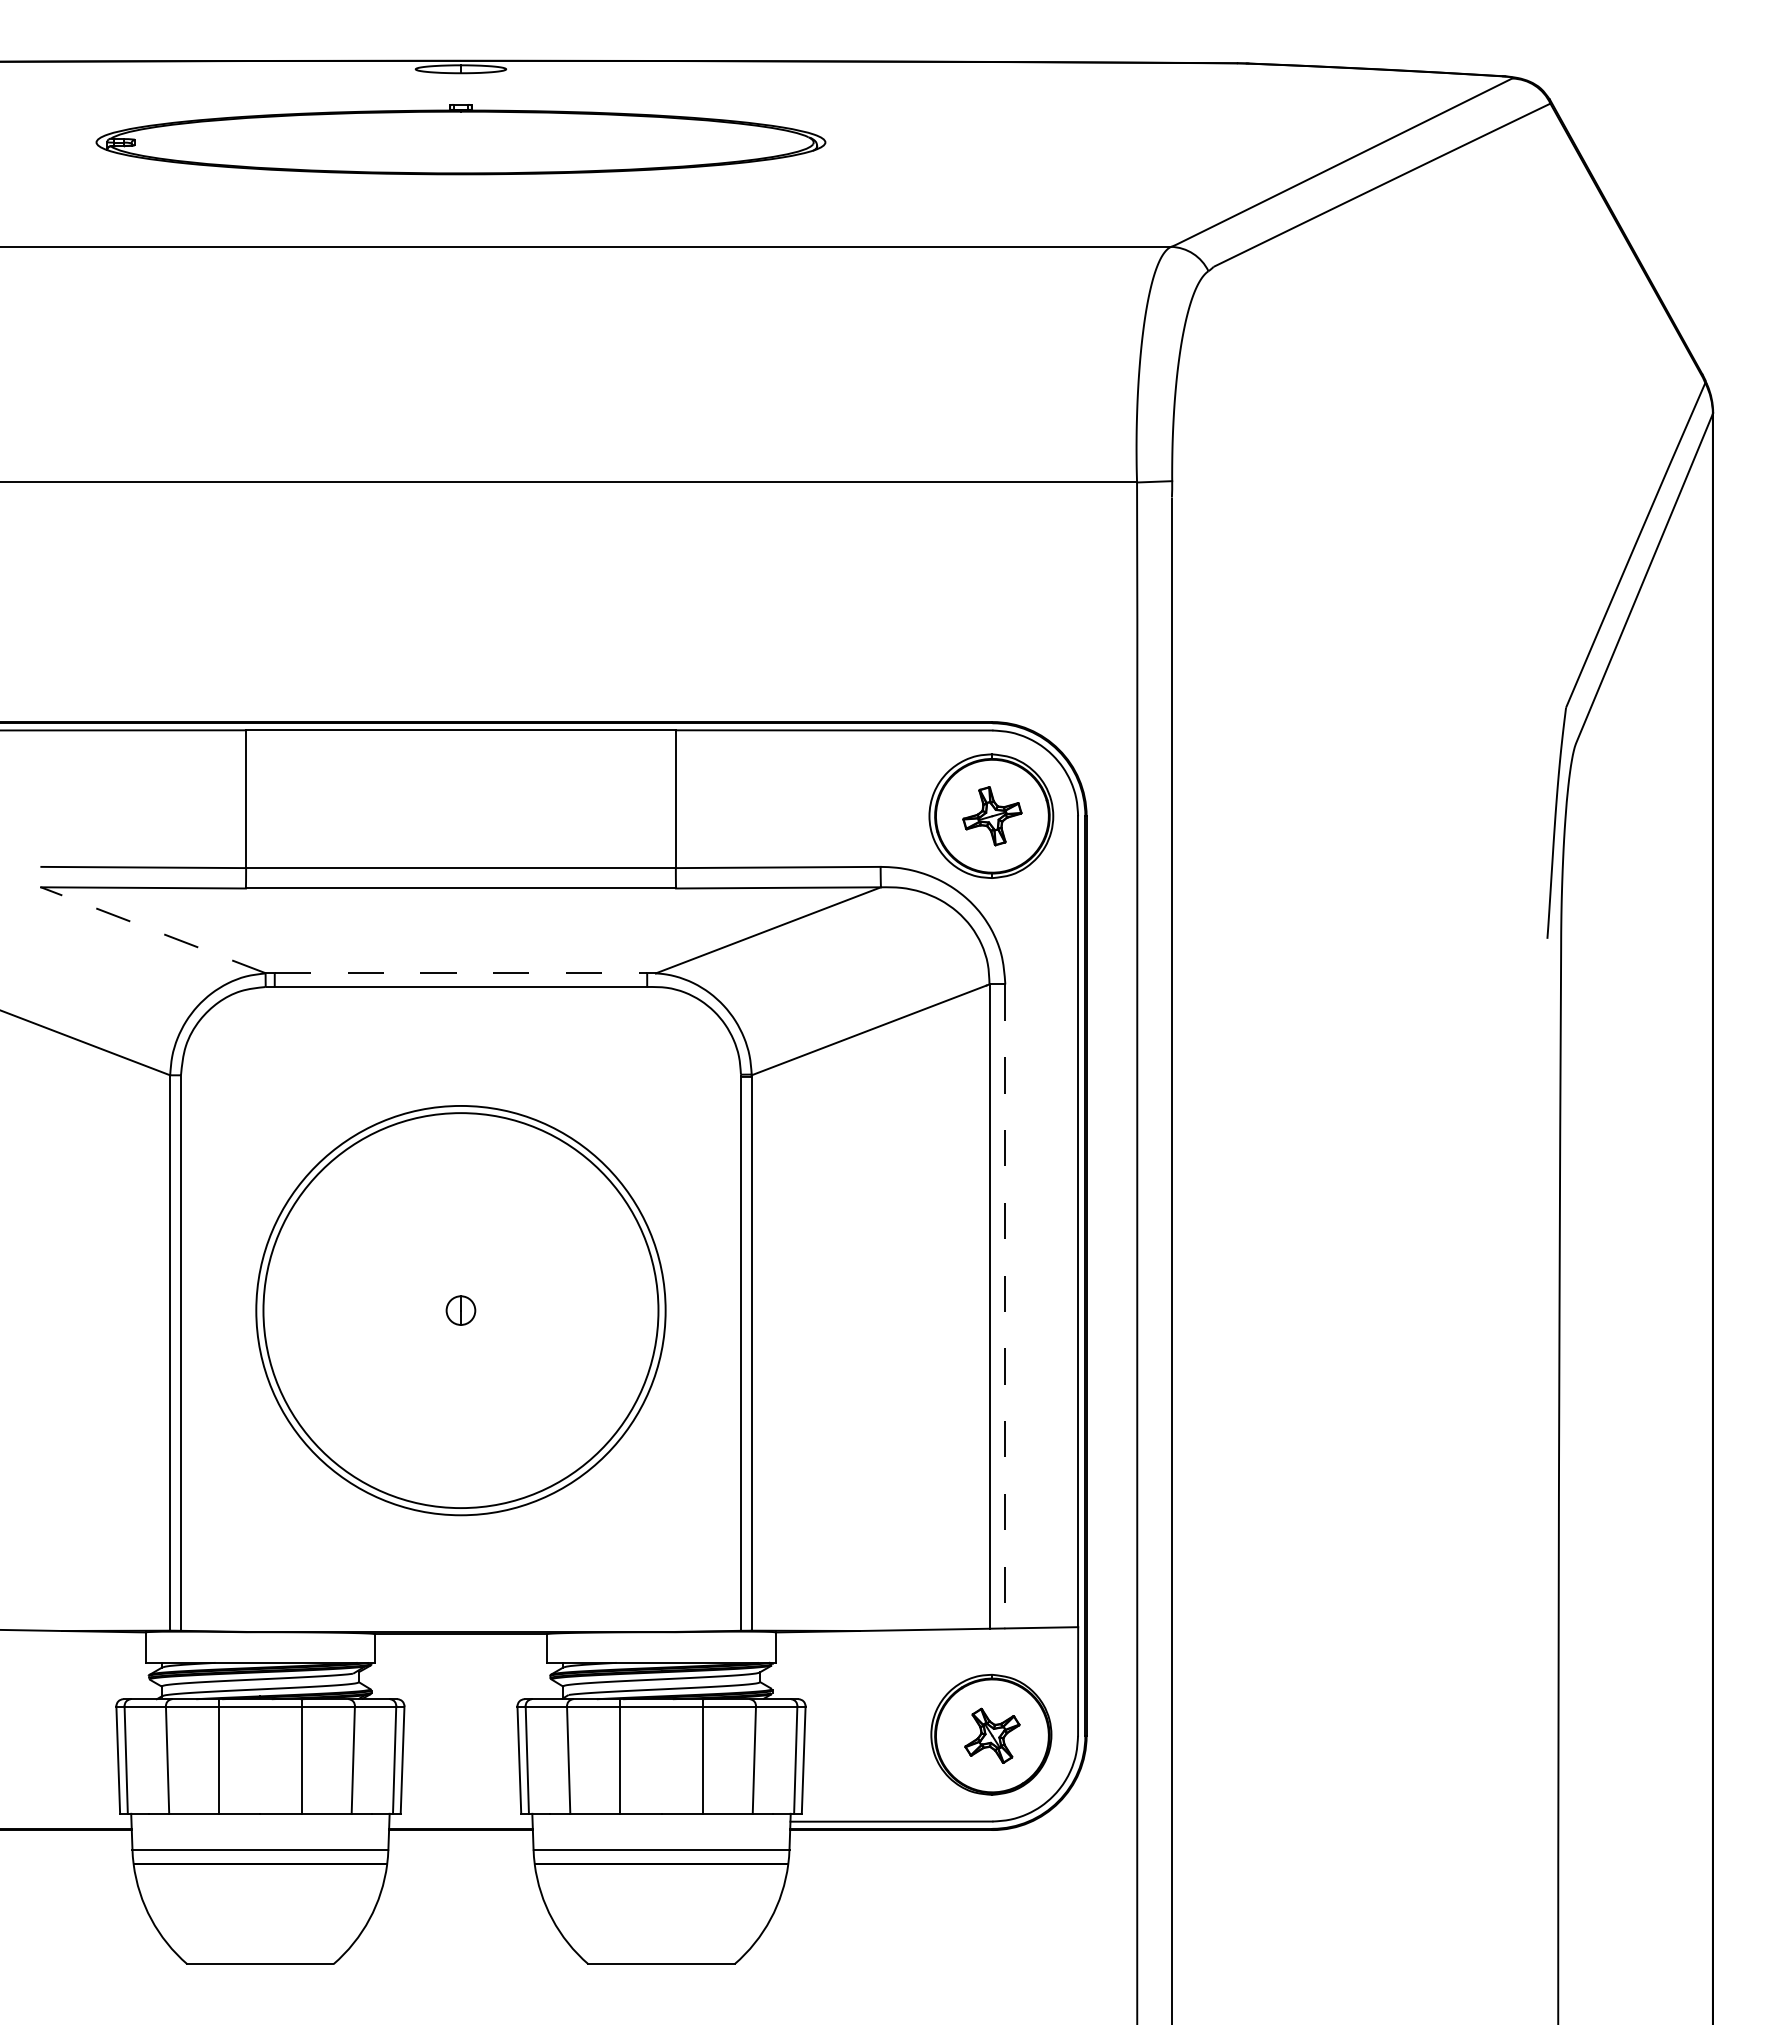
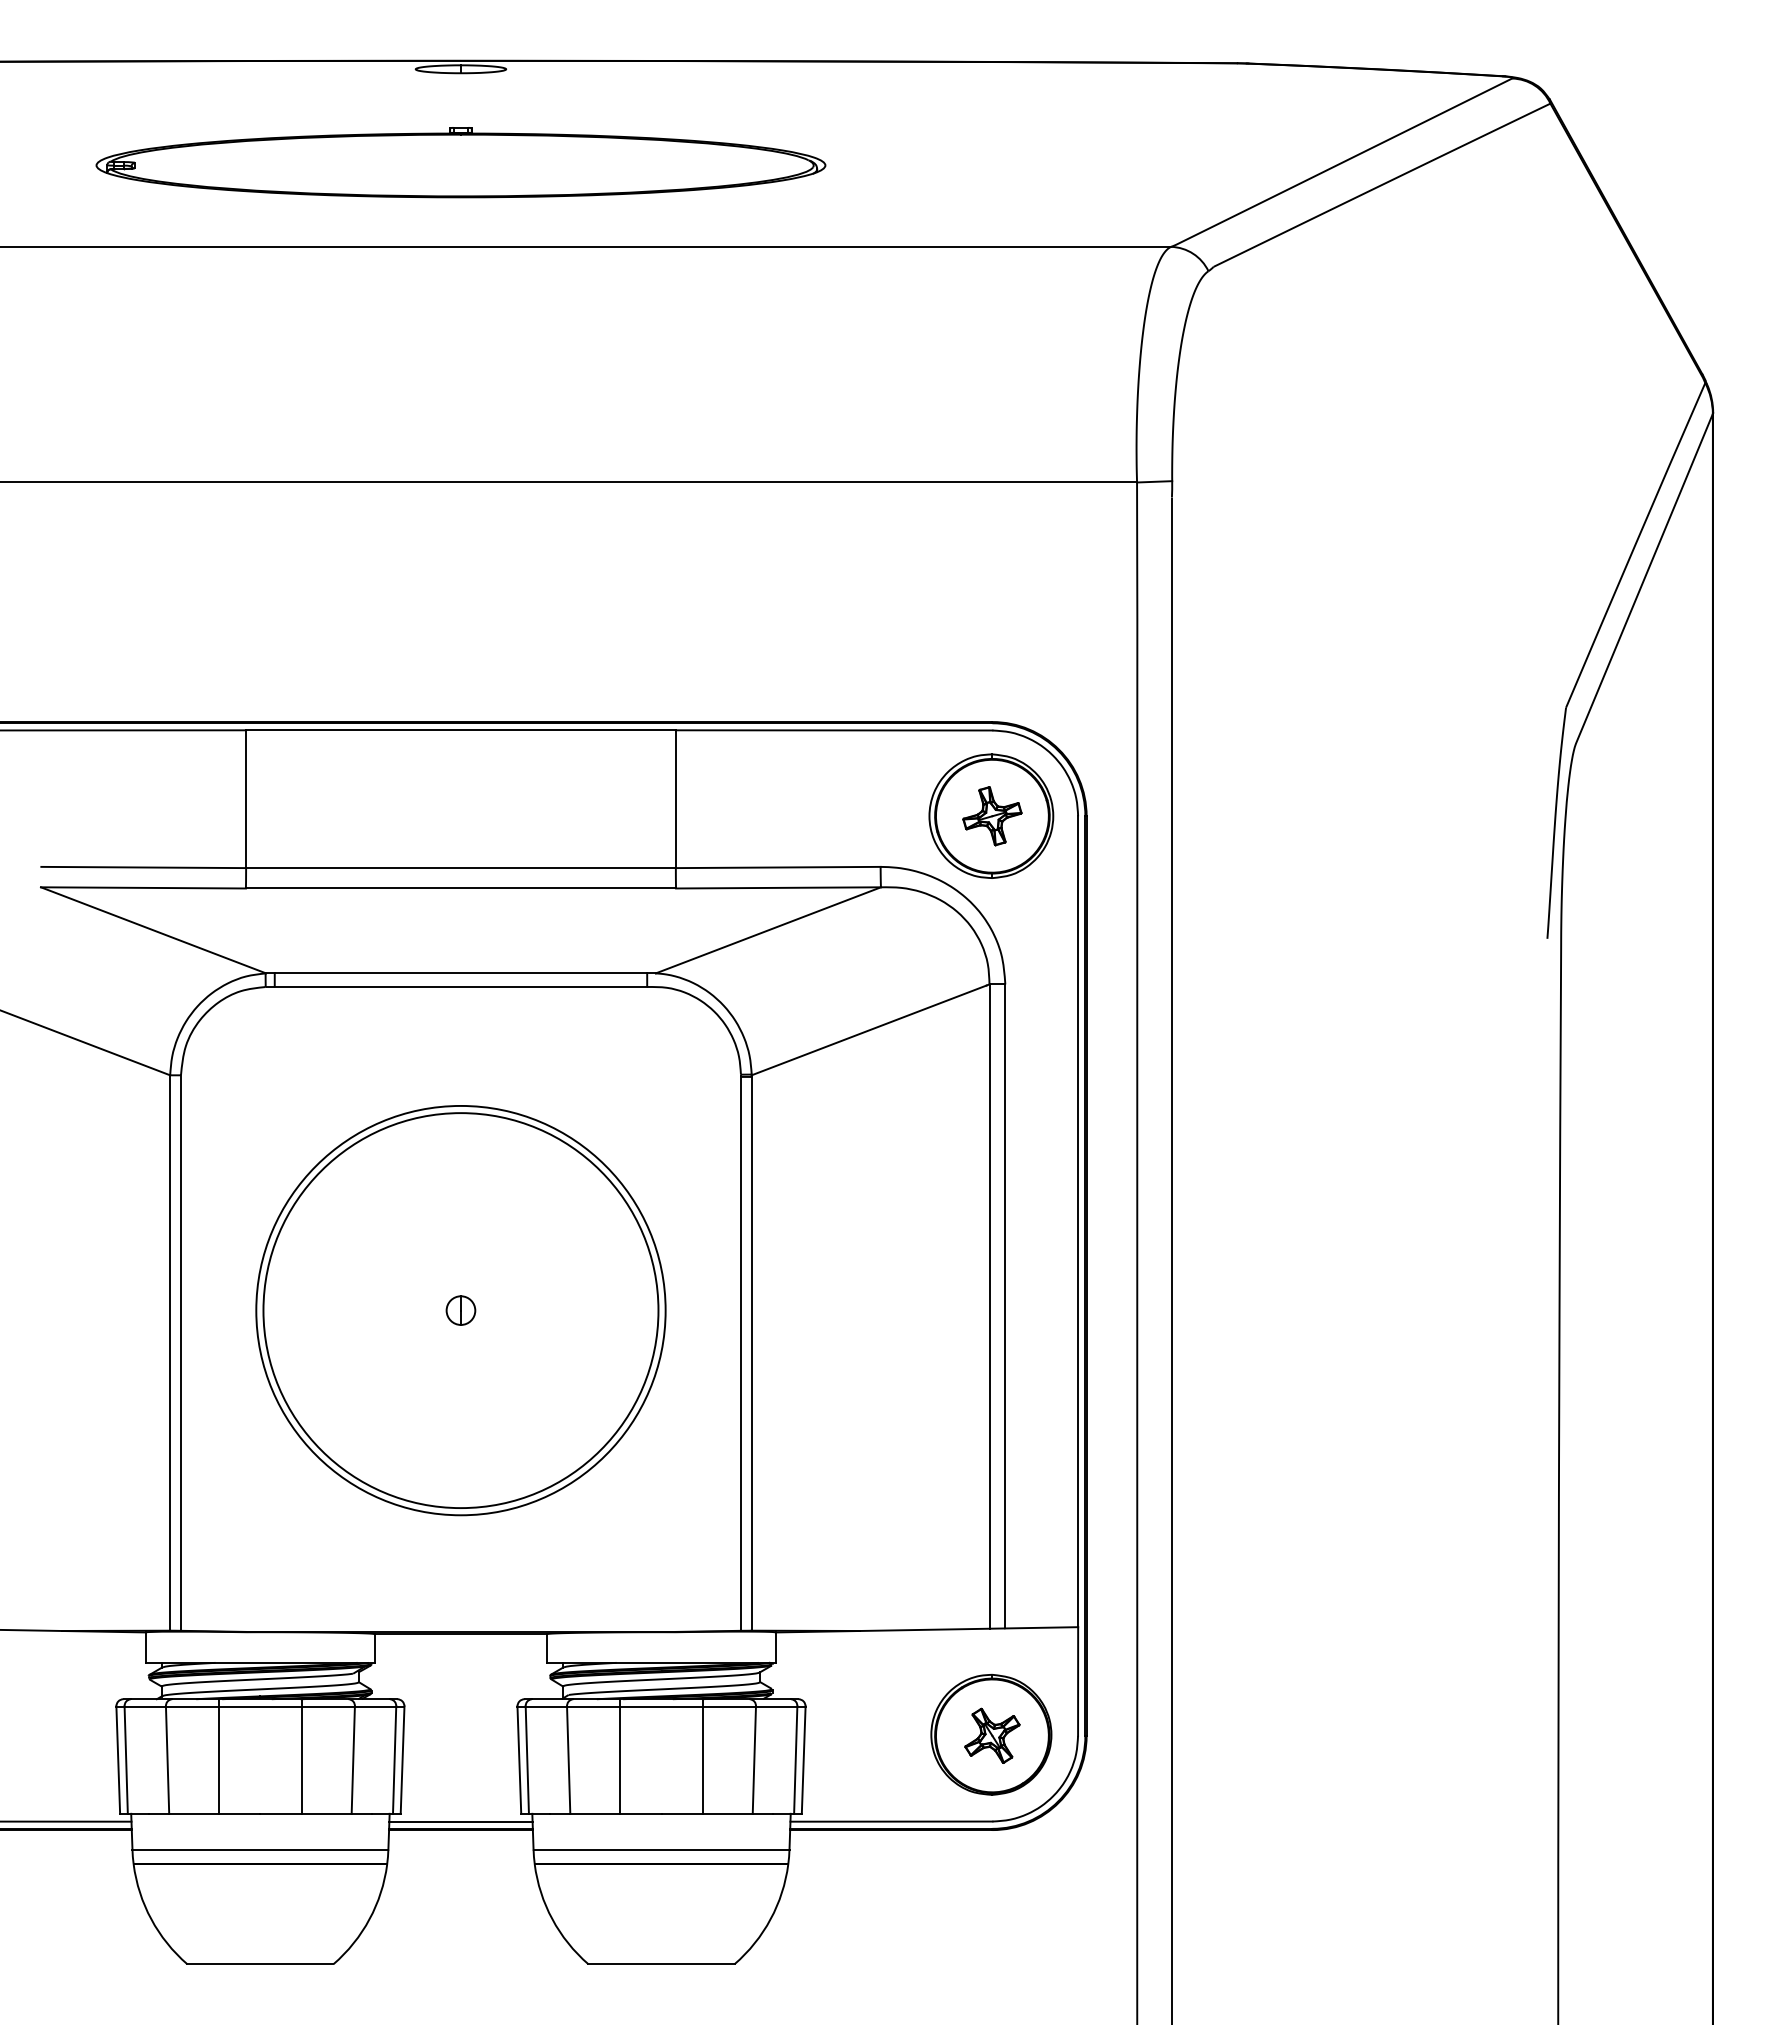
part at (460, 139) position: (460, 139) -> (460, 162)
line at (153, 930): dashed -> solid
line at (461, 973): dashed -> solid
line at (1005, 1306): dashed -> solid
line at (66, 1821): none -> present
line at (460, 1821): none -> present
